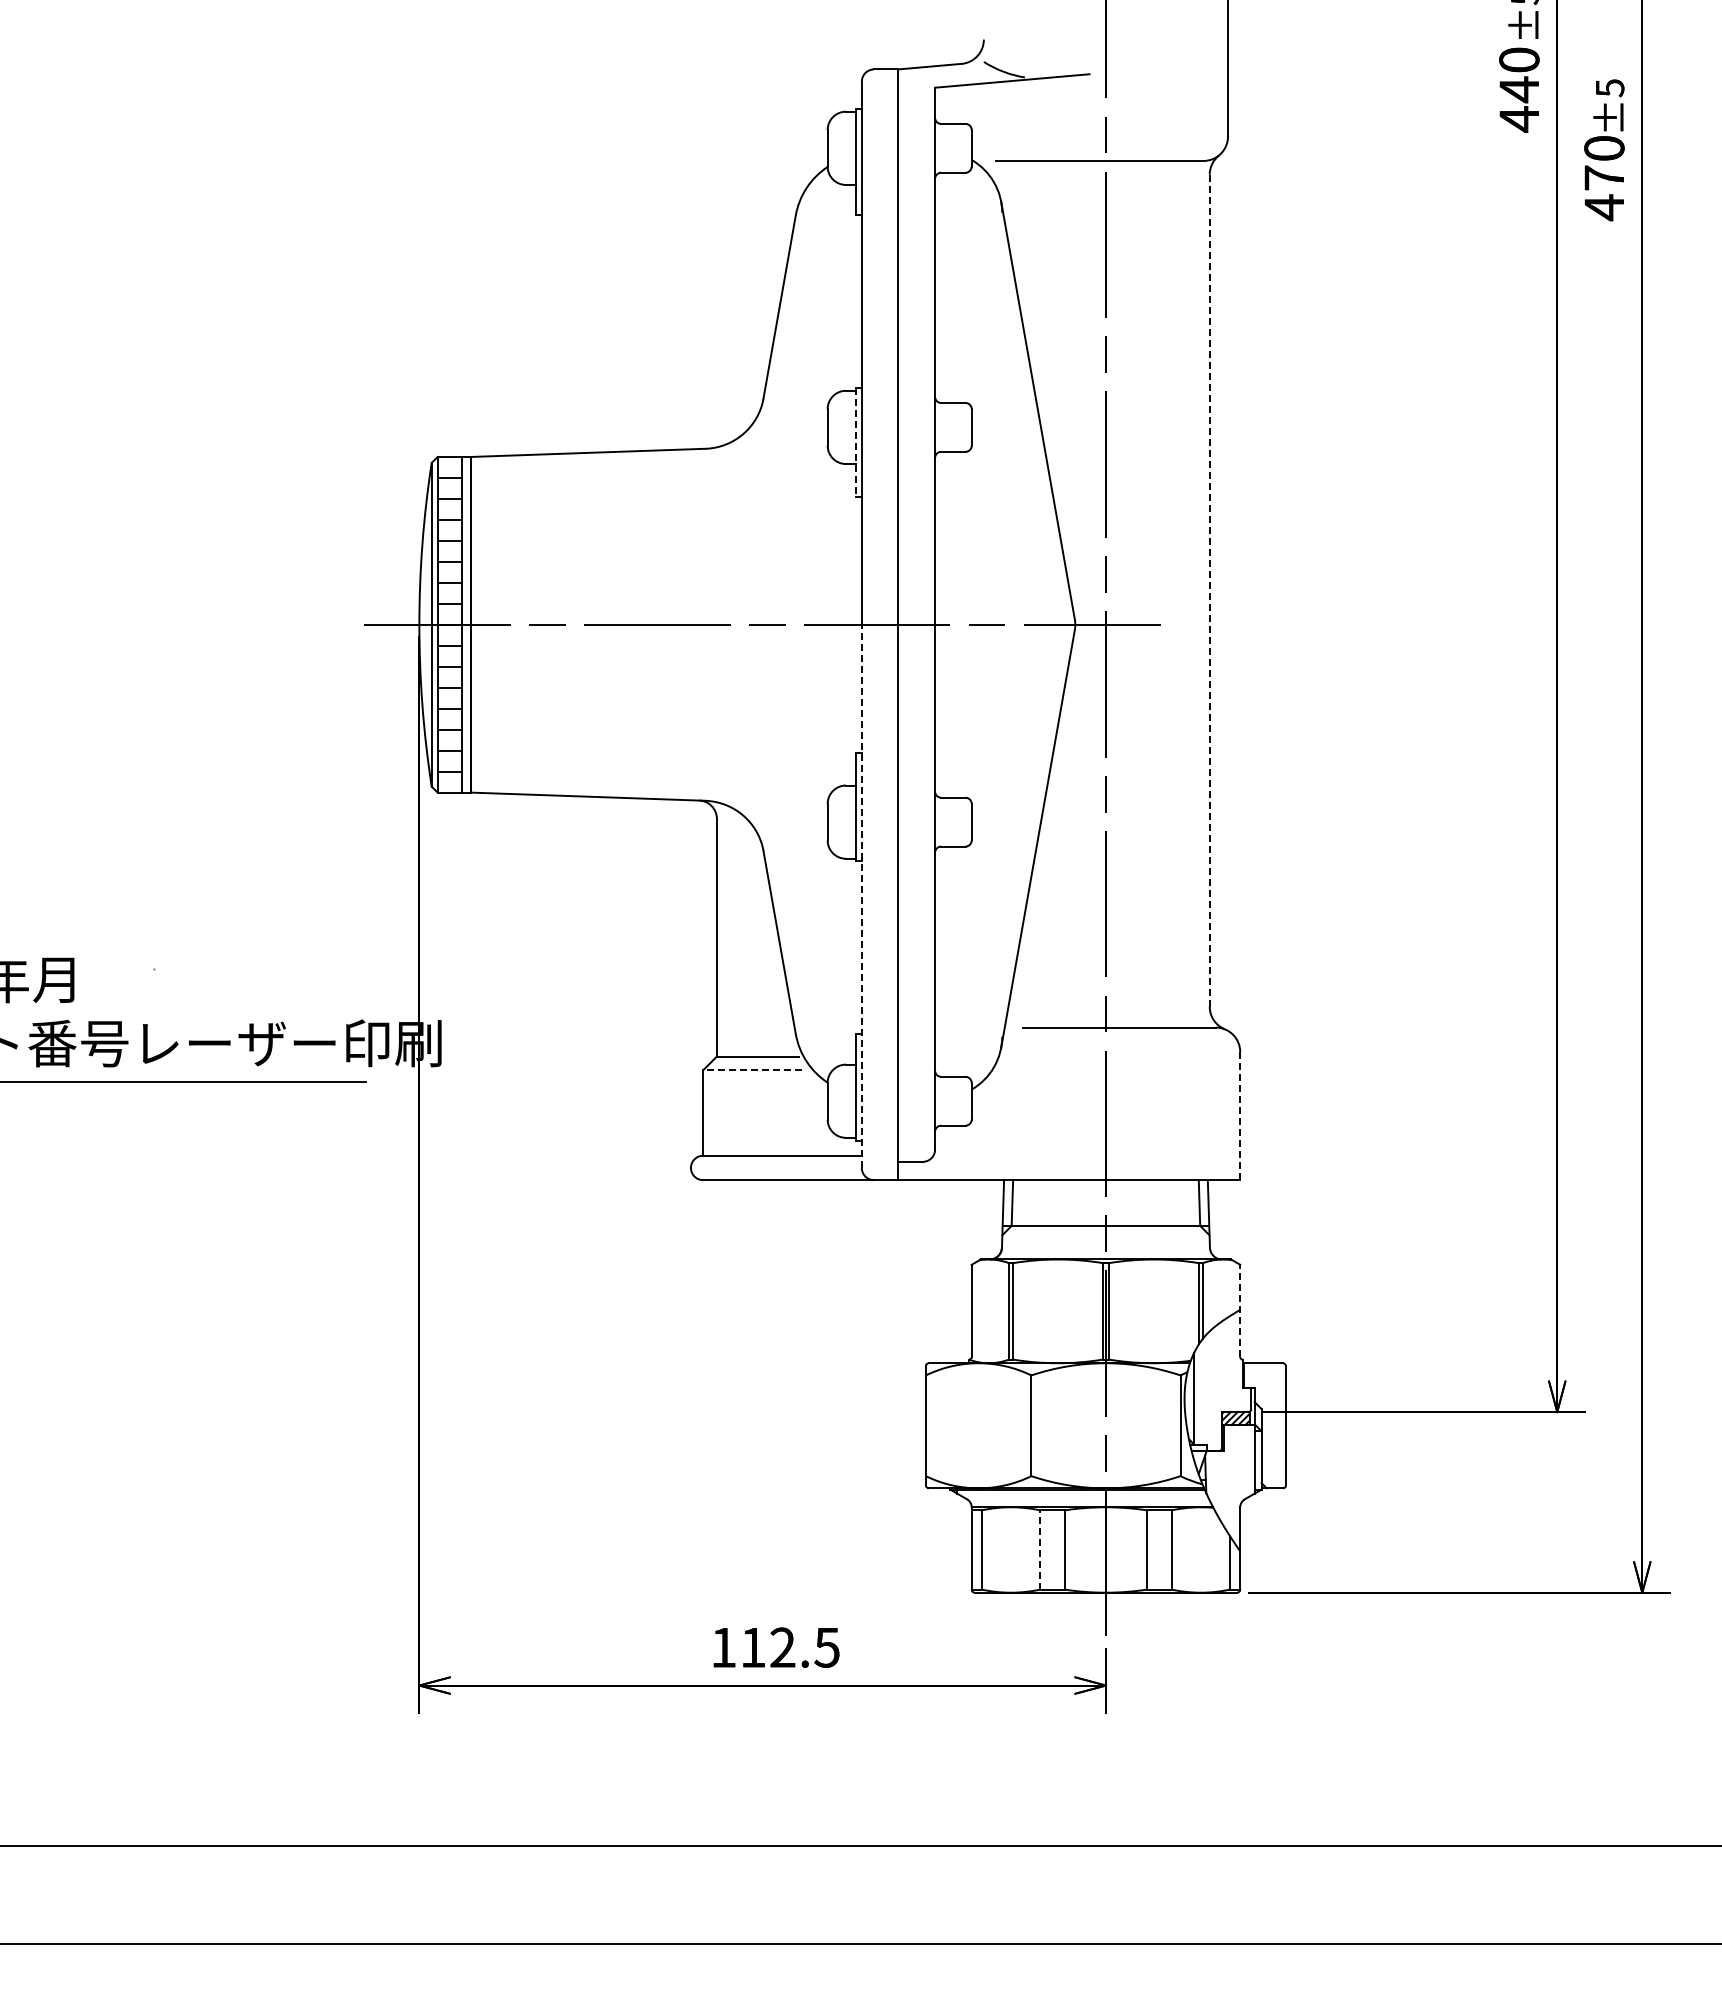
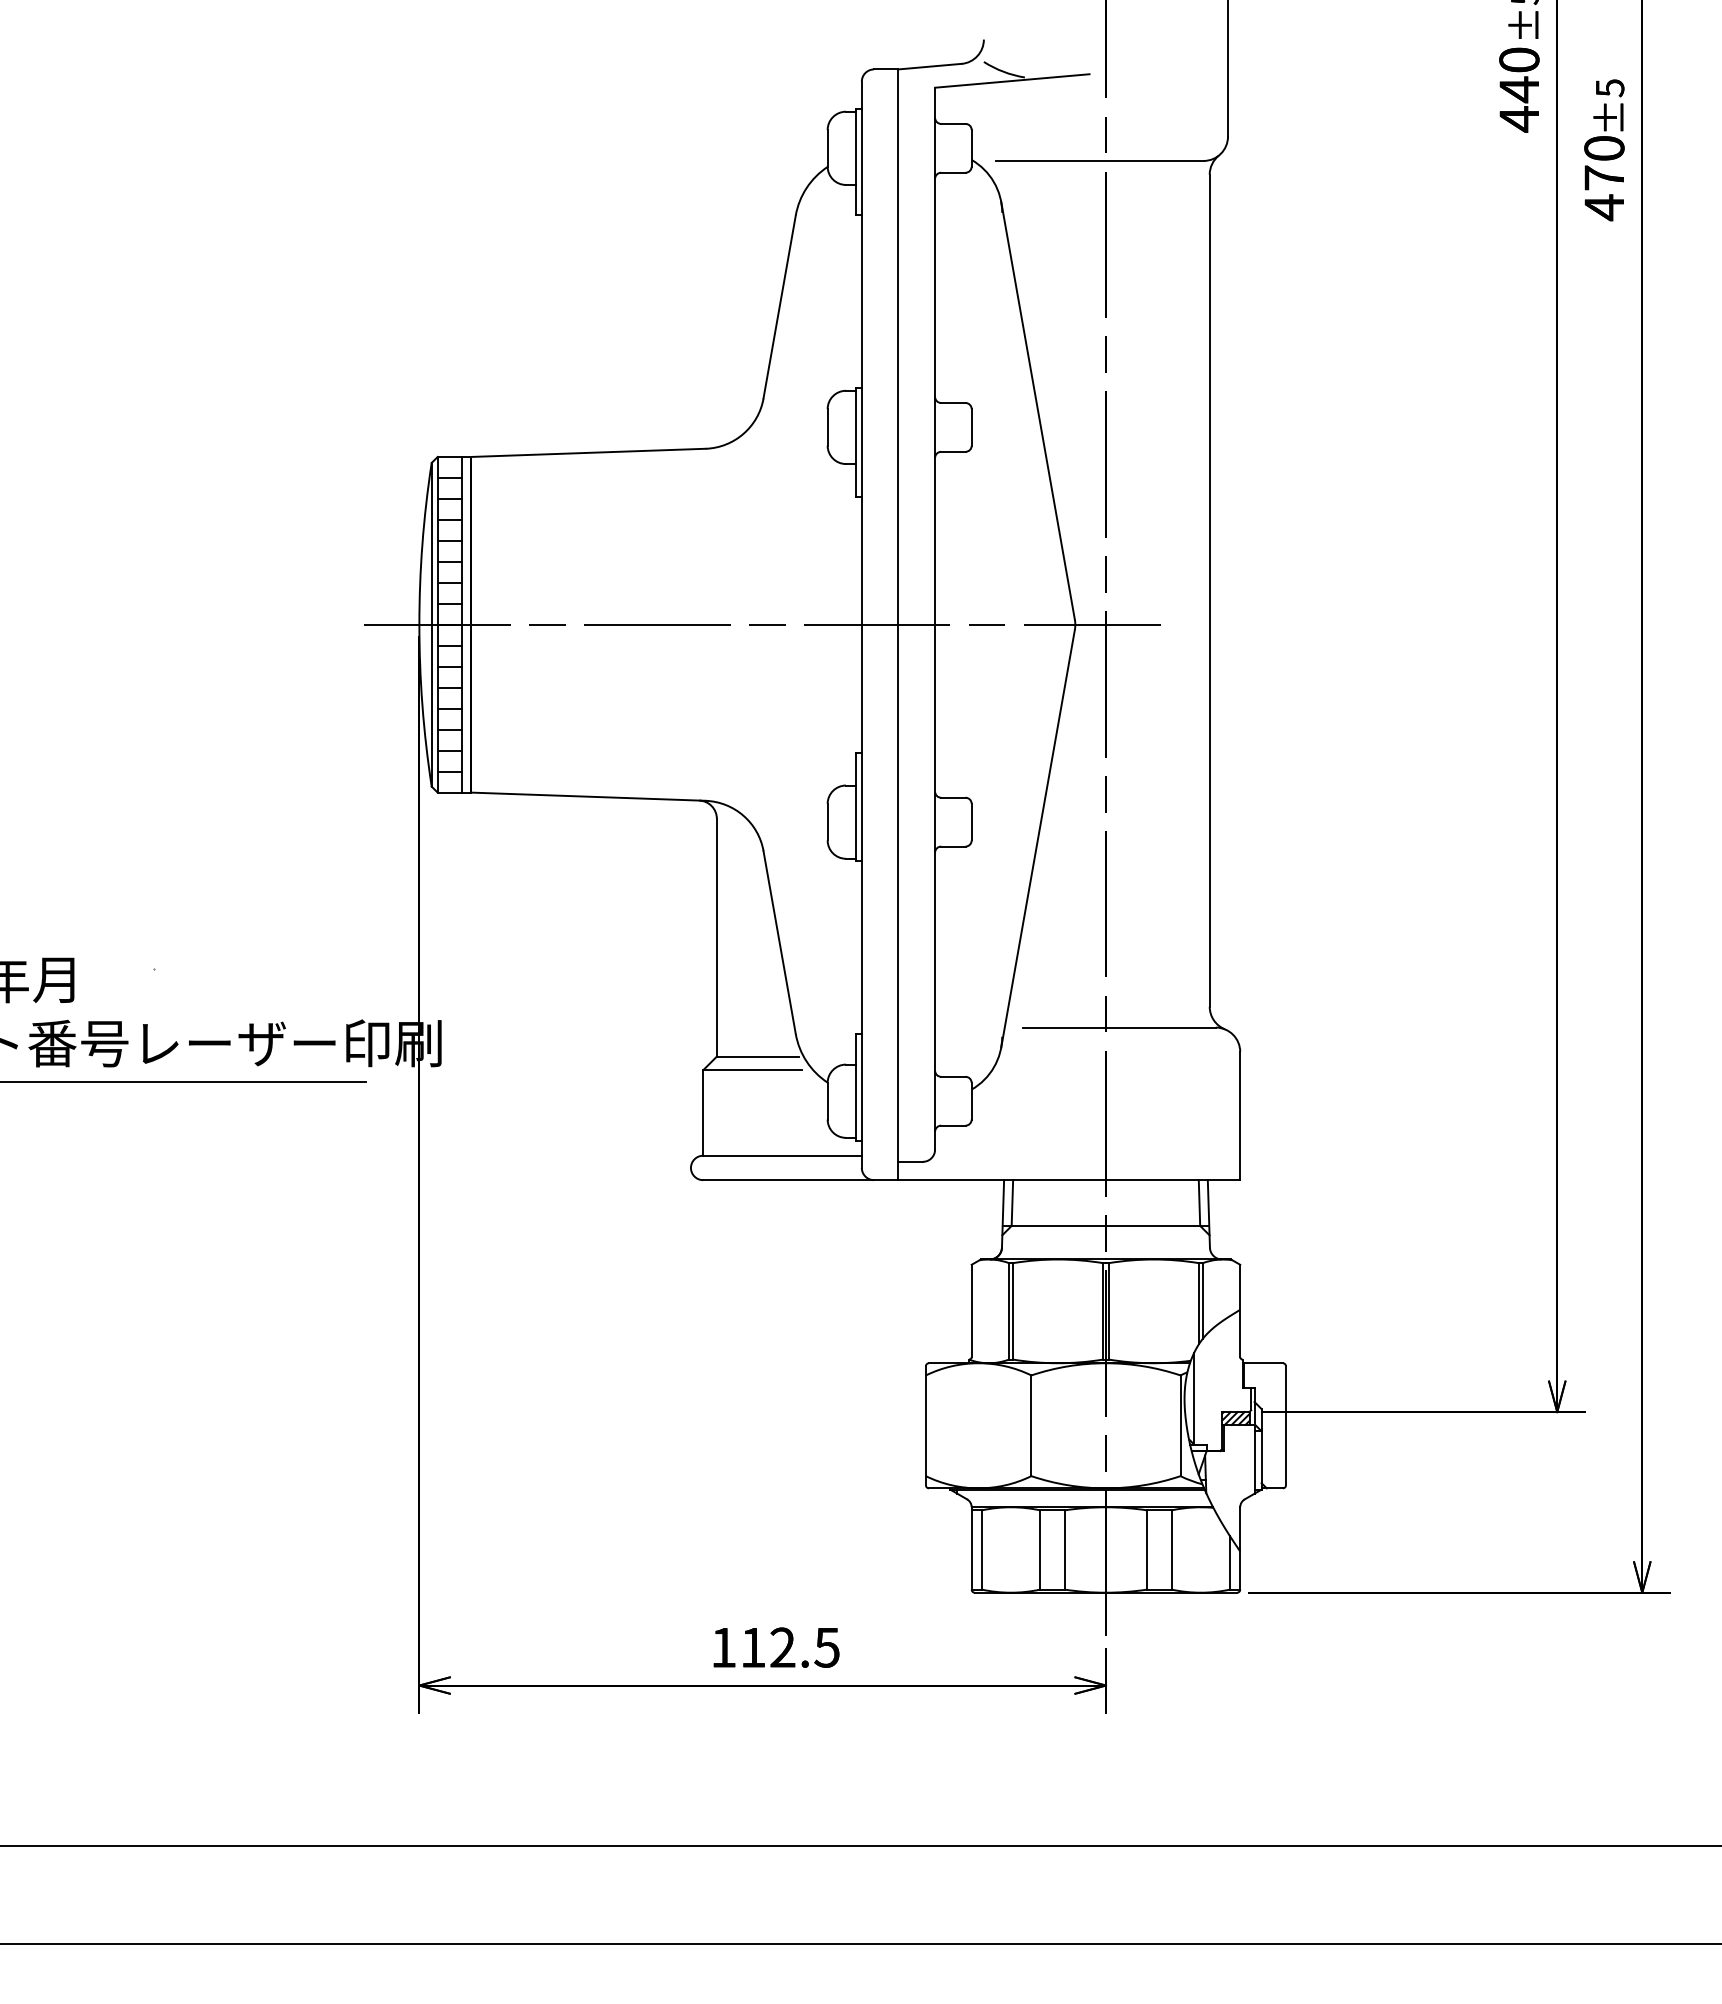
line at (855, 442): dashed -> solid
line at (1209, 591): dashed -> solid
line at (861, 896): dashed -> solid
line at (752, 1070): dashed -> solid
line at (1240, 1116): dashed -> solid
line at (1240, 1310): dashed -> solid
line at (1039, 1549): dashed -> solid
